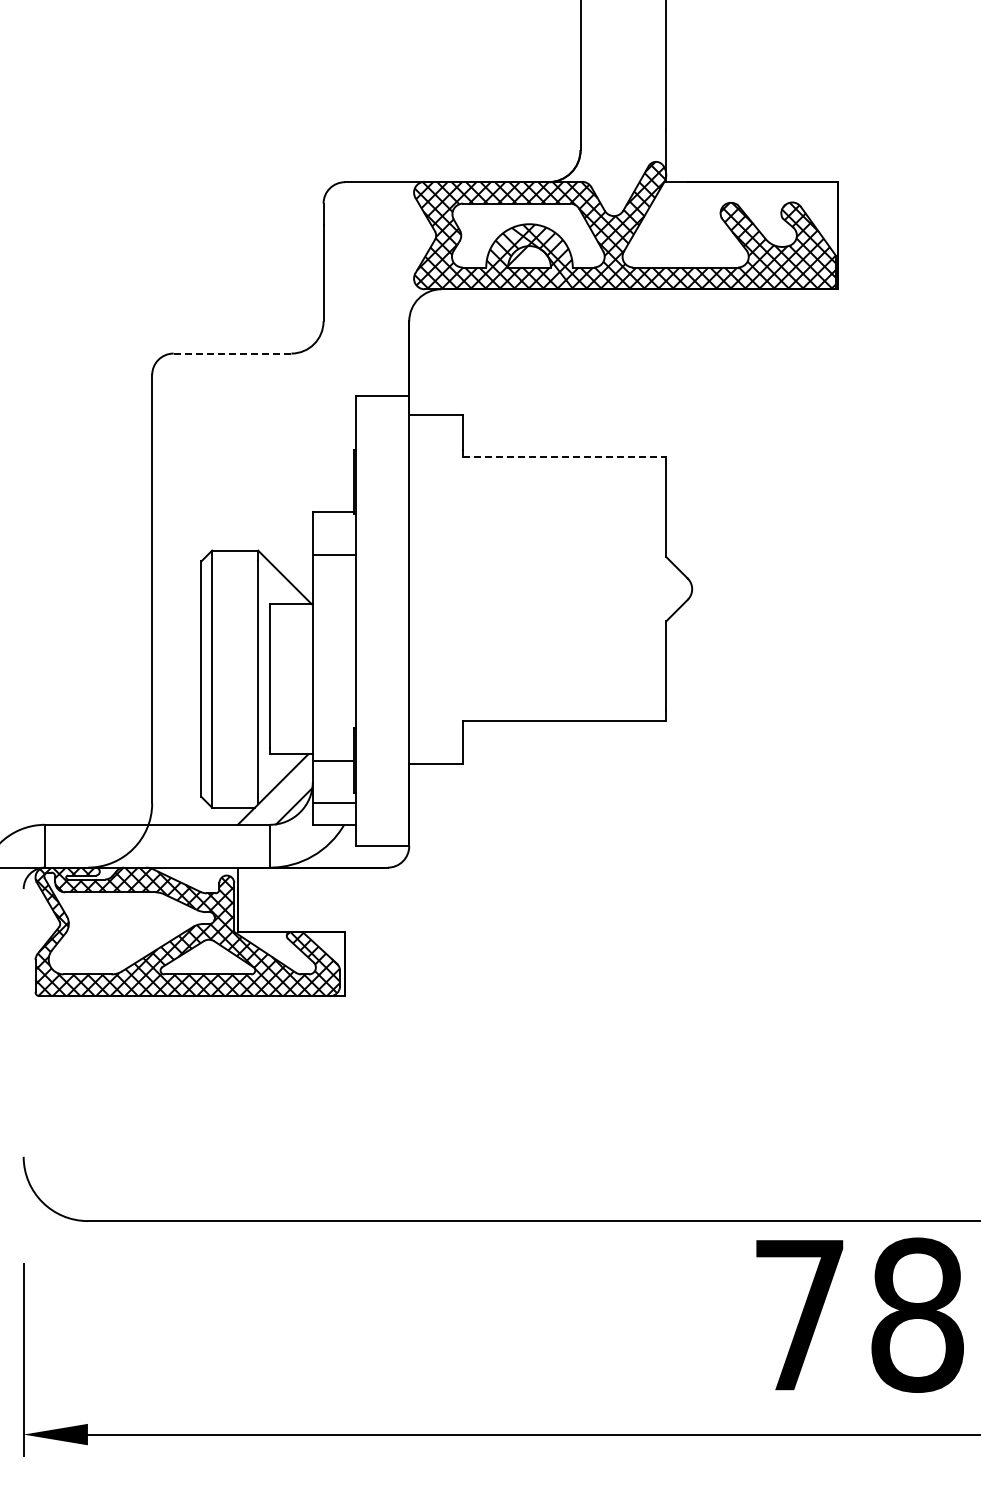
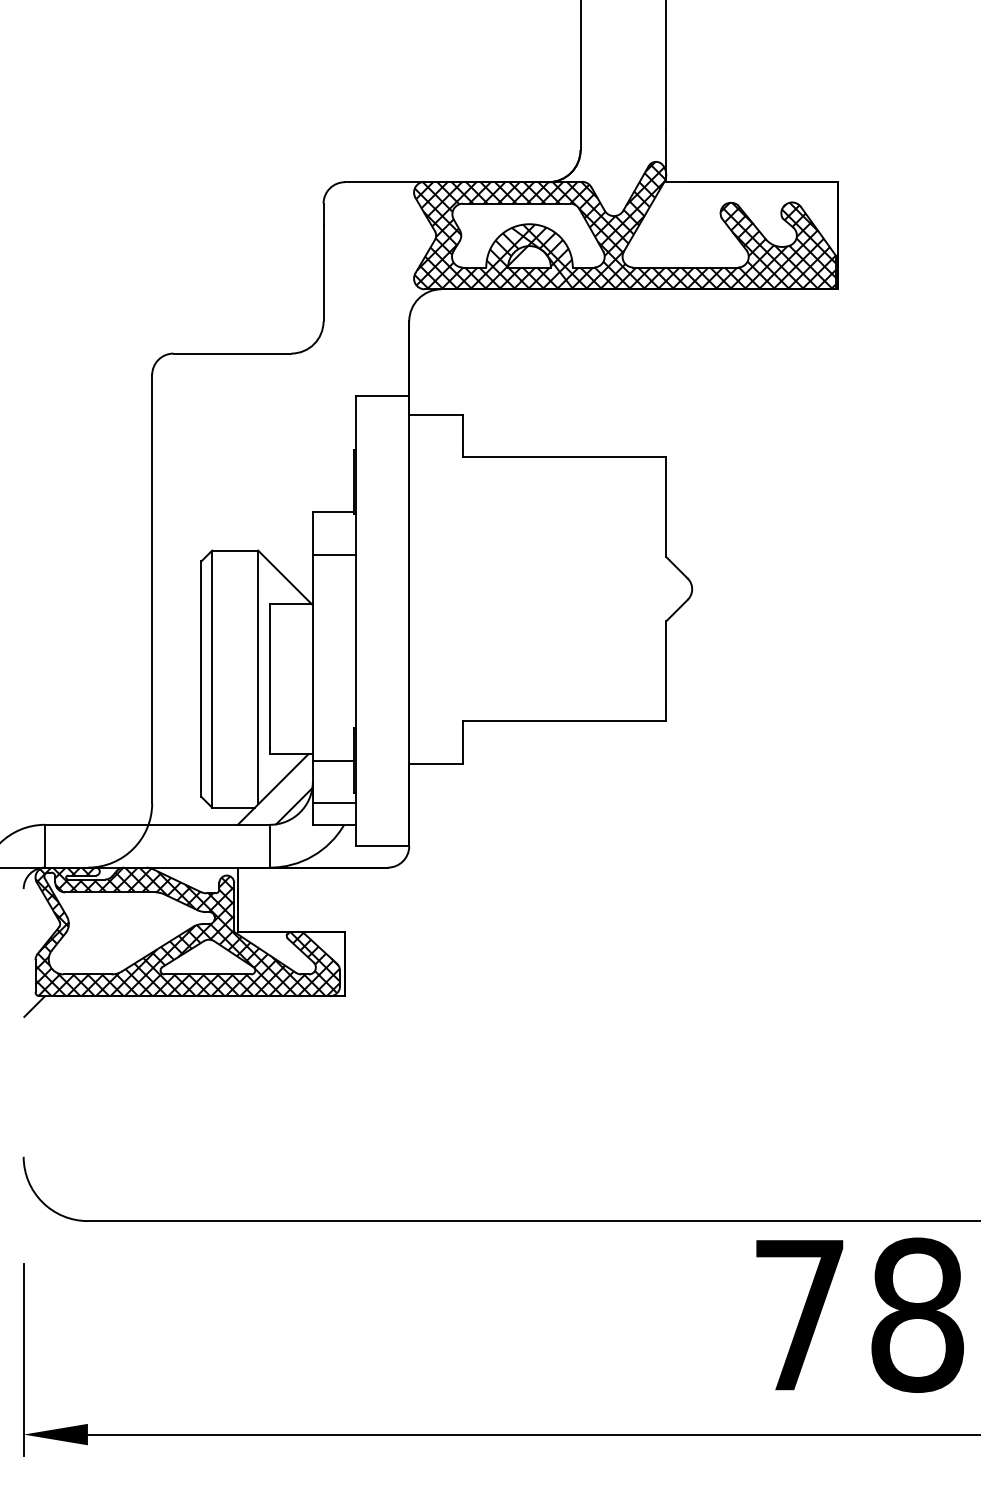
line at (232, 353): dashed -> solid
line at (564, 457): dashed -> solid
line at (34, 1006): none -> present
